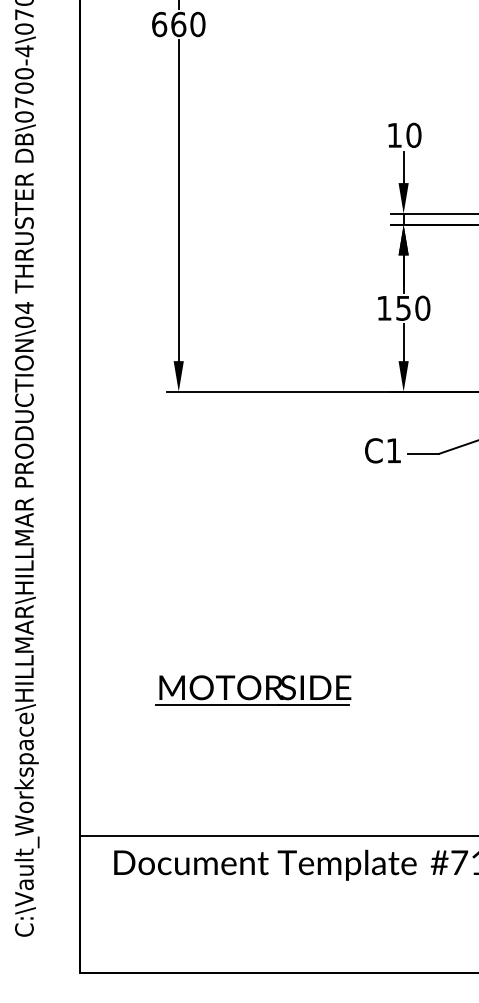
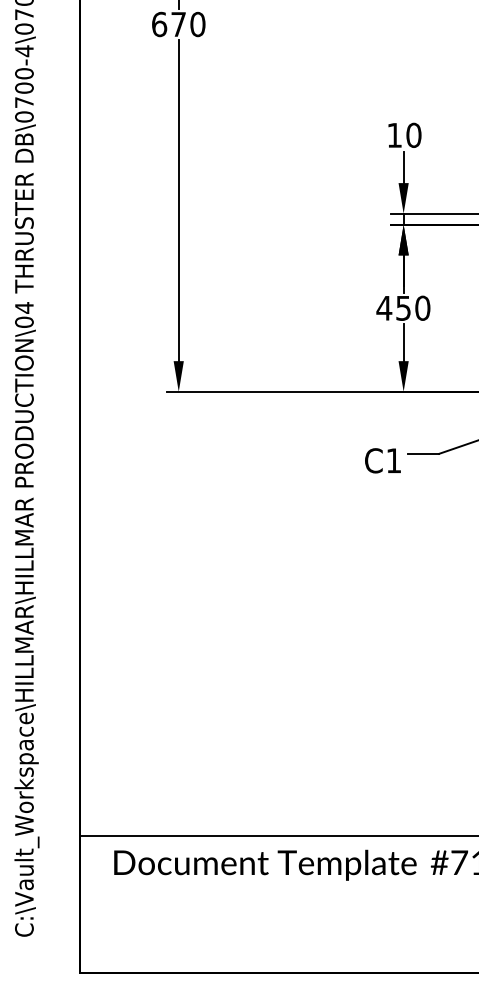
text at (178, 24): 660 -> 670
text at (384, 308): 150 -> 450
text at (382, 450) position: (382, 450) -> (382, 460)
part at (253, 690): present -> none
